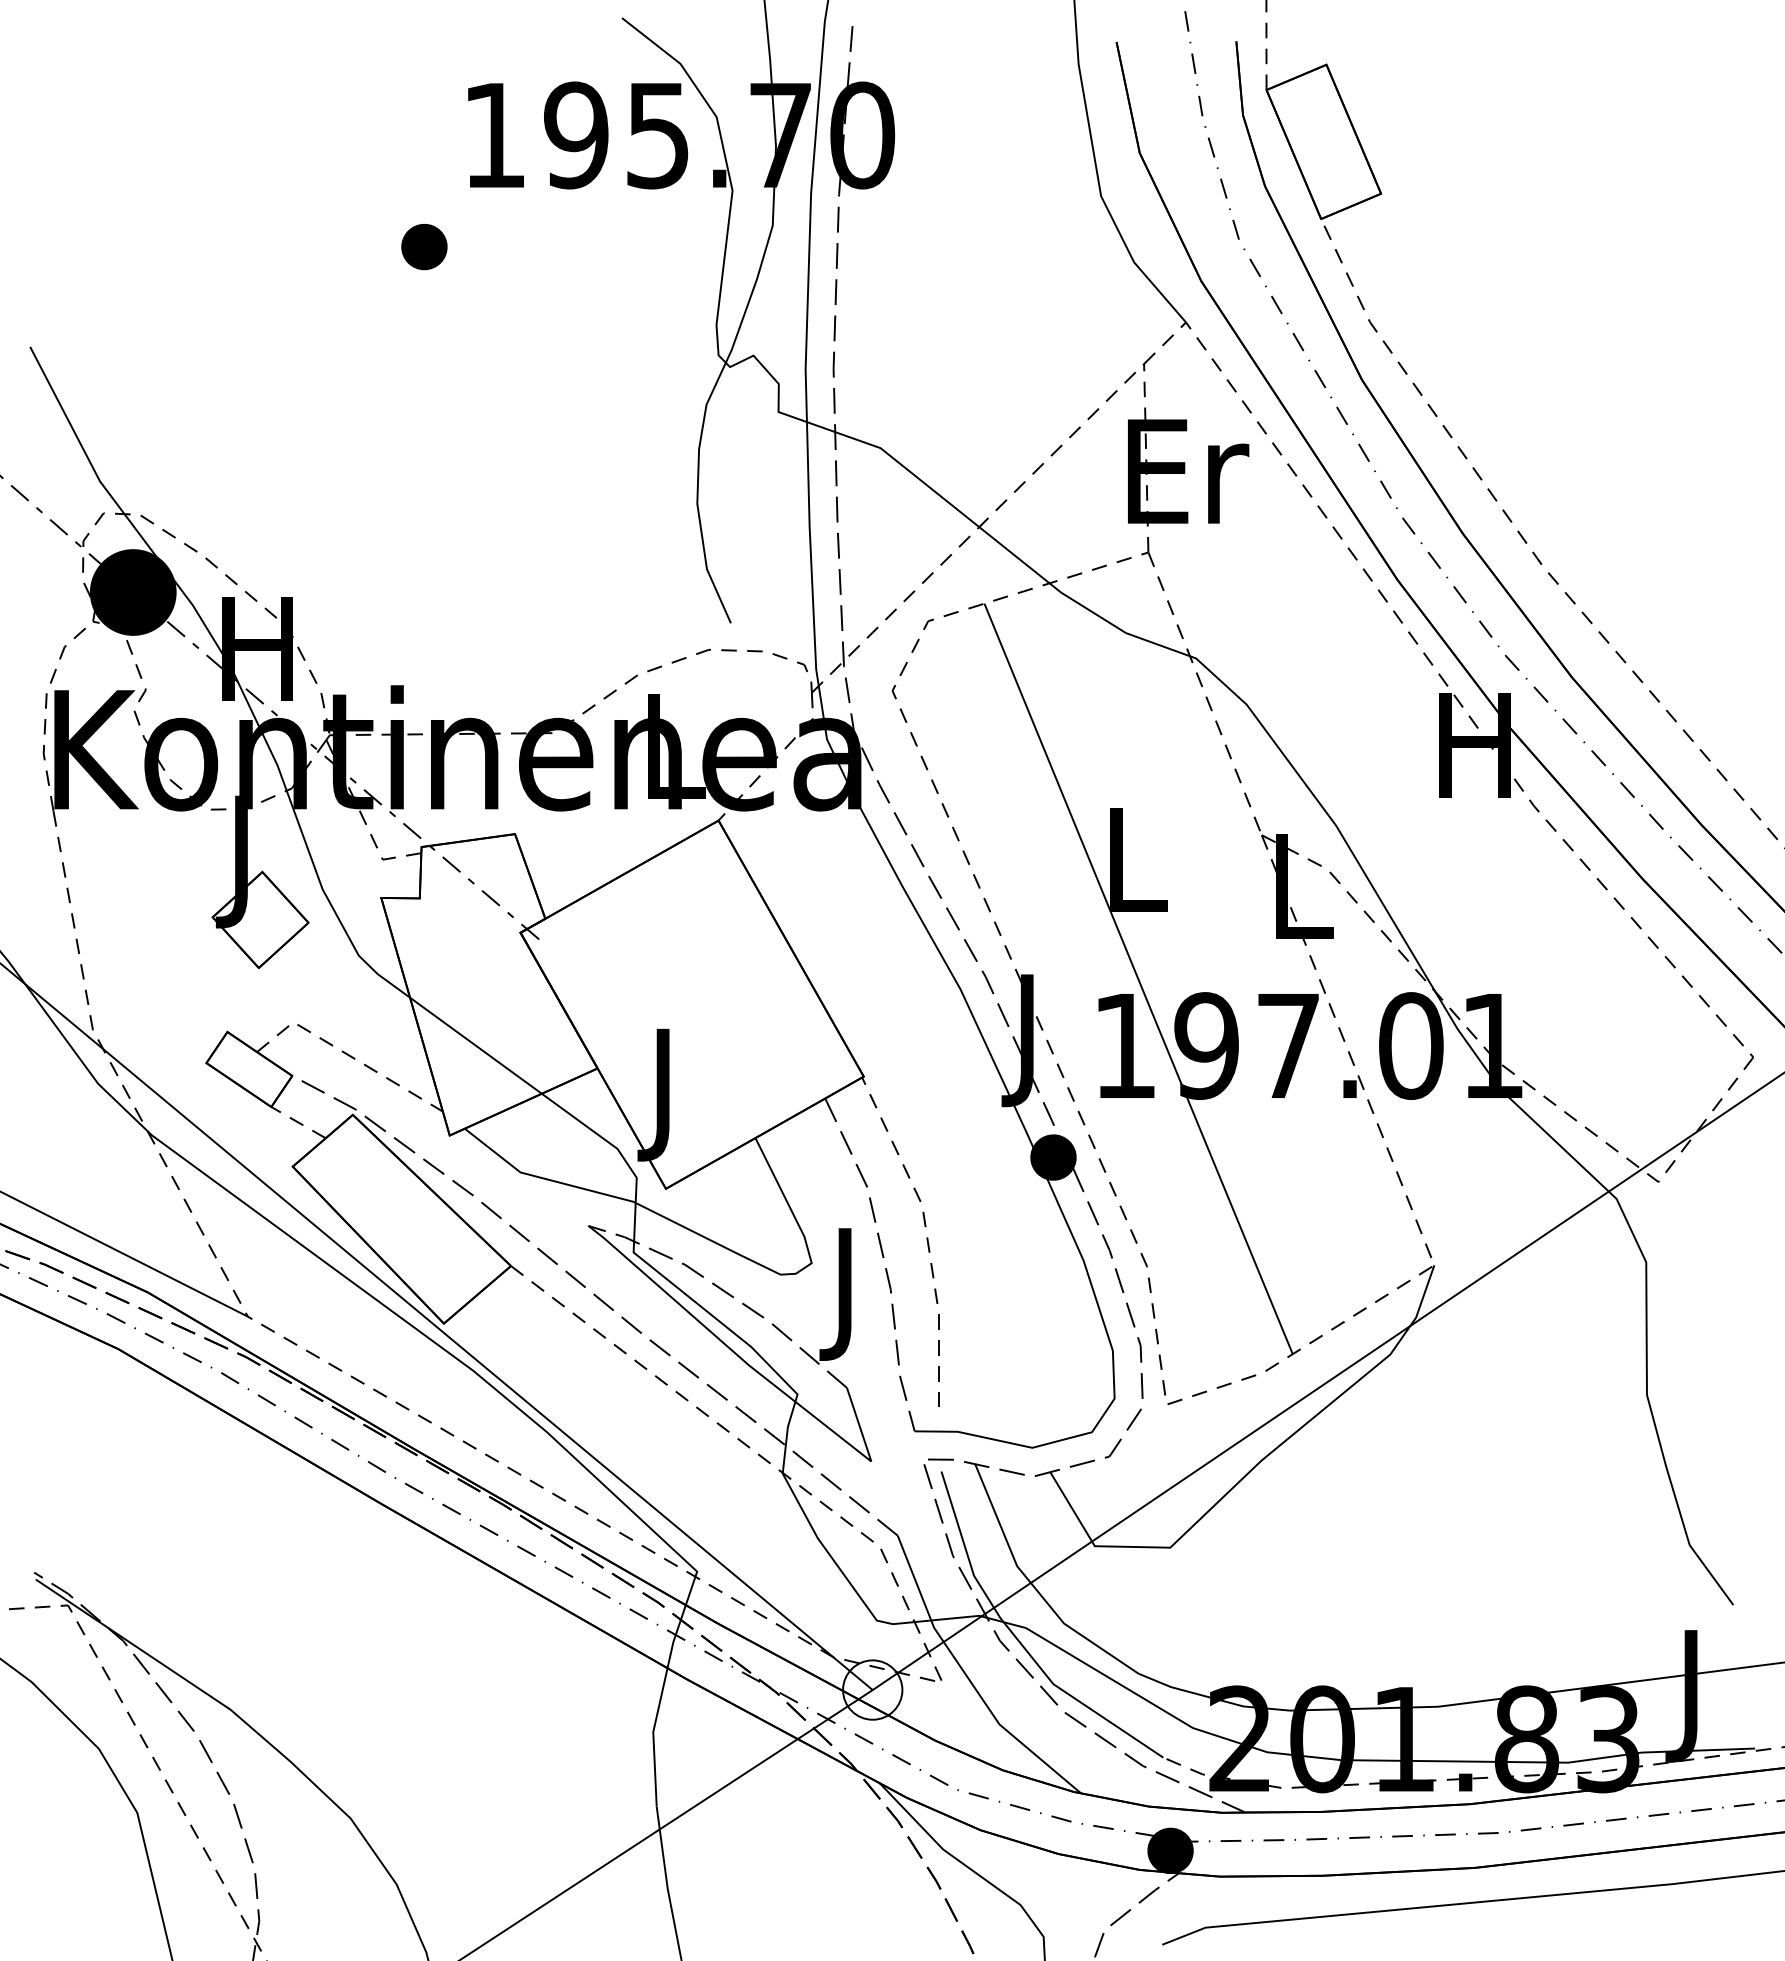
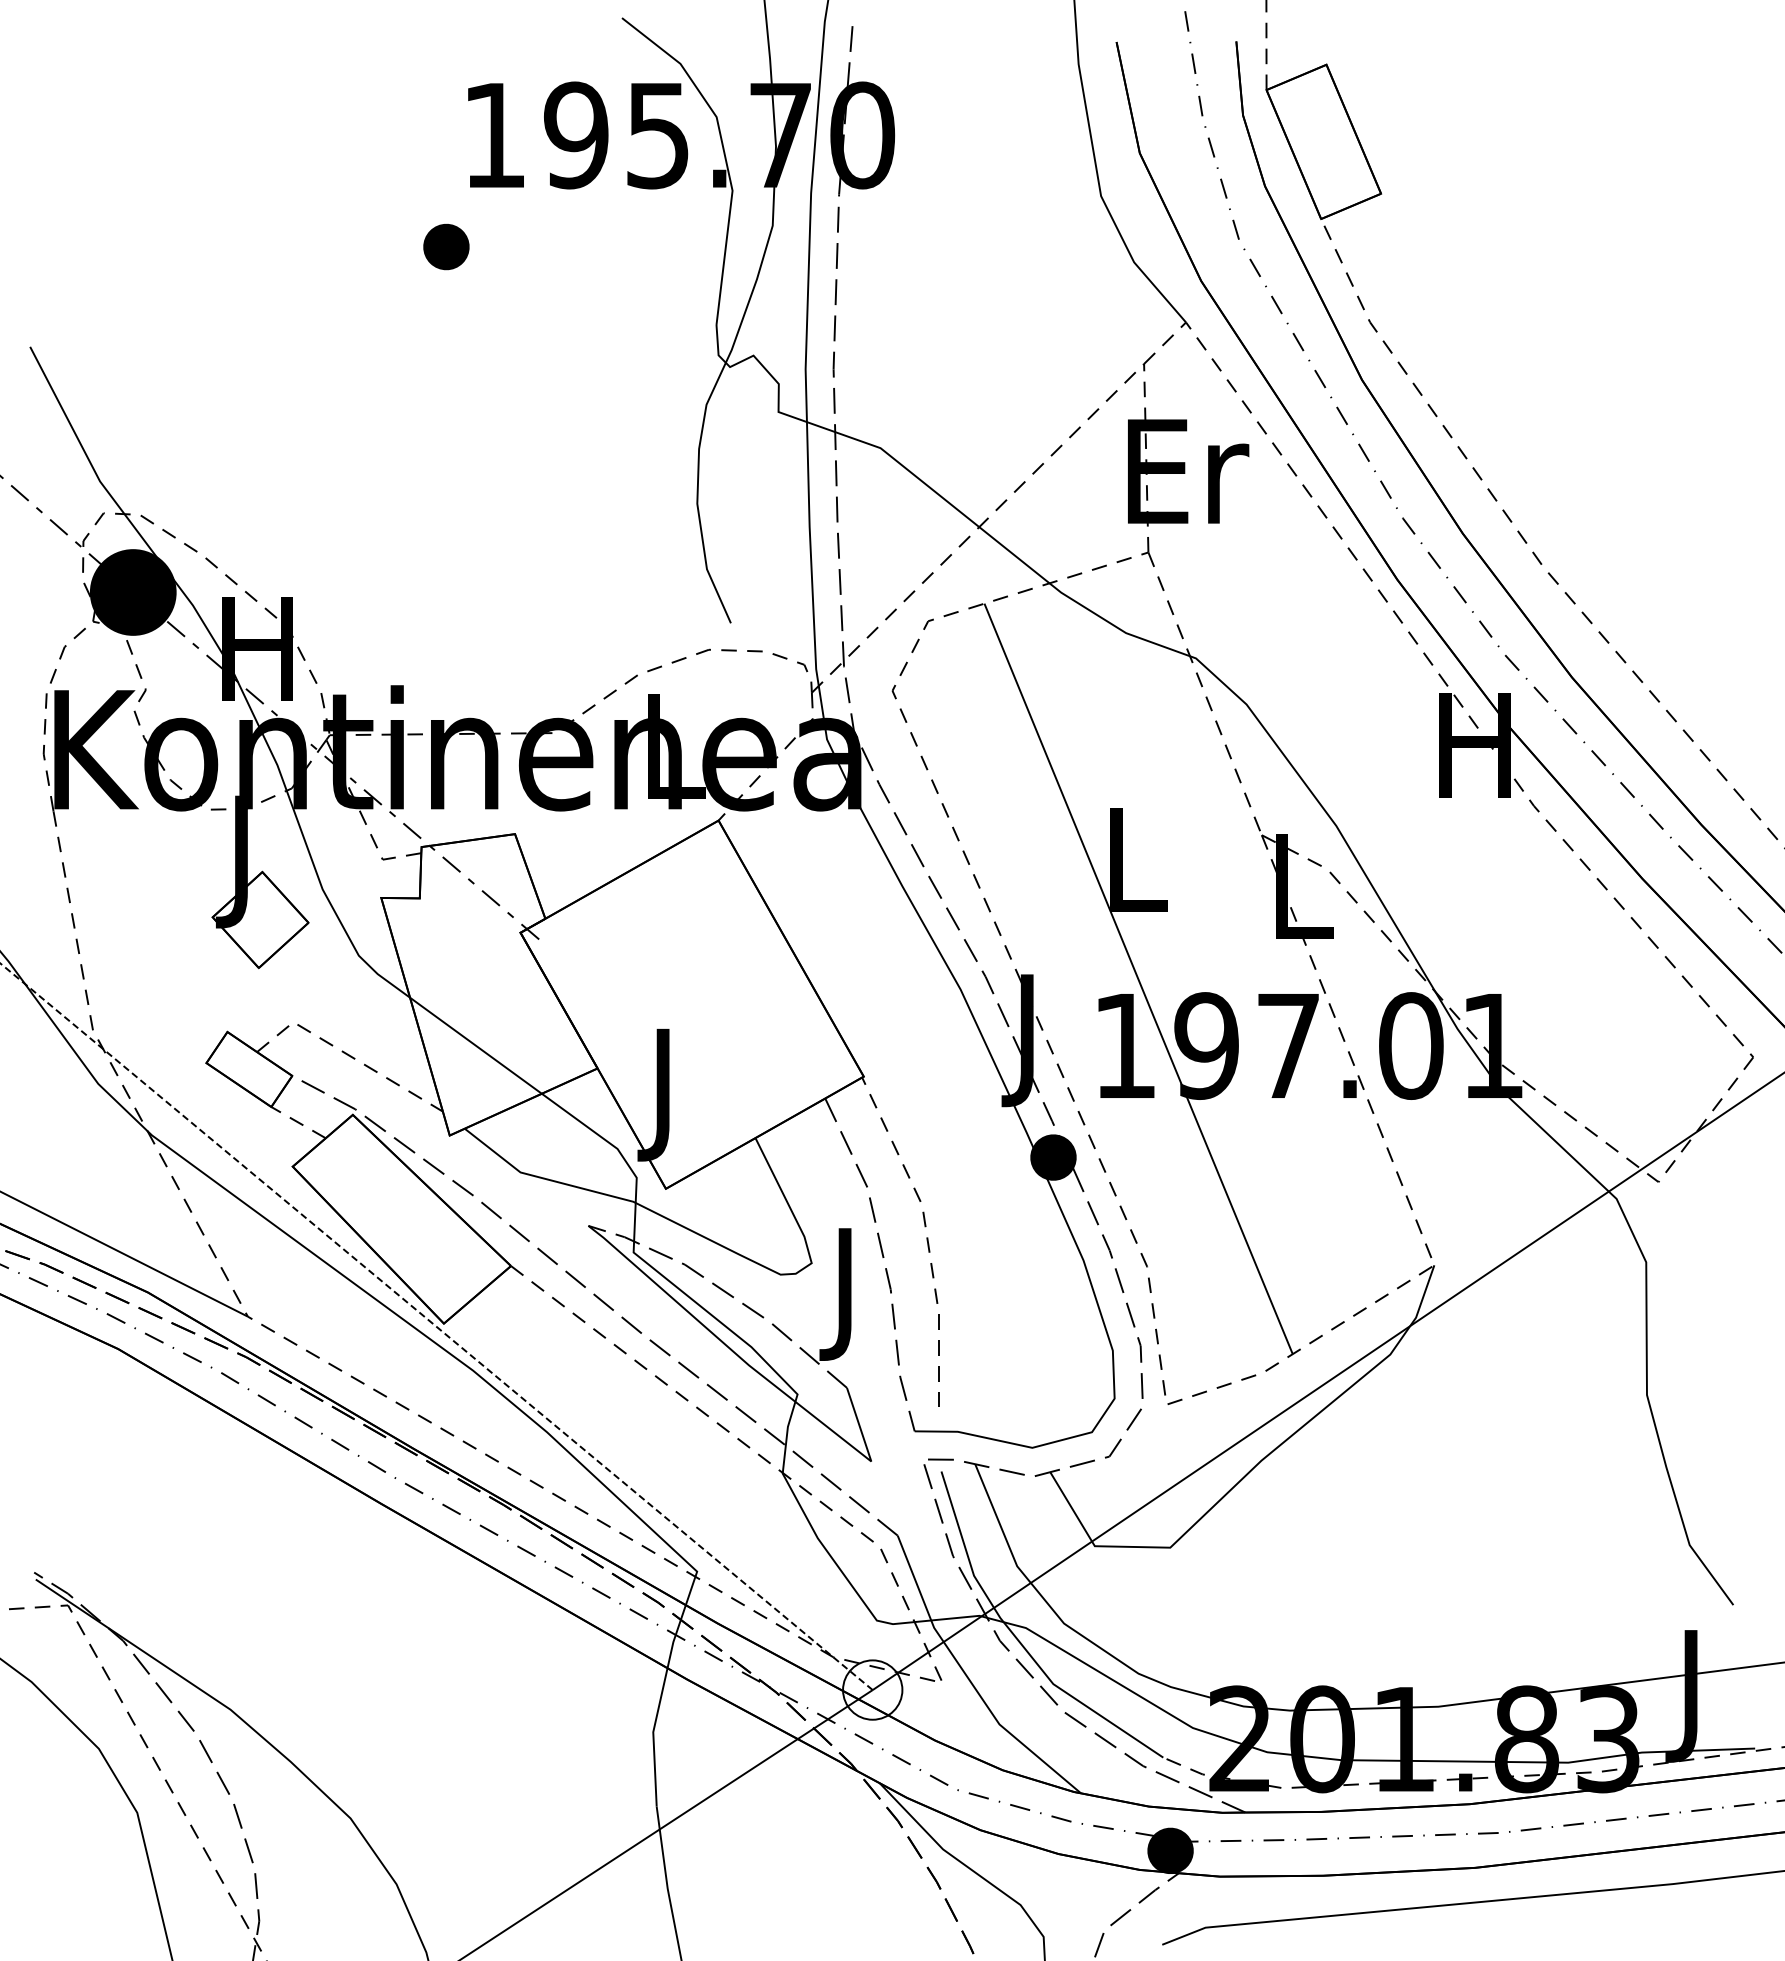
part at (424, 247) position: (424, 247) -> (446, 247)
line at (436, 1326): solid -> dashed
